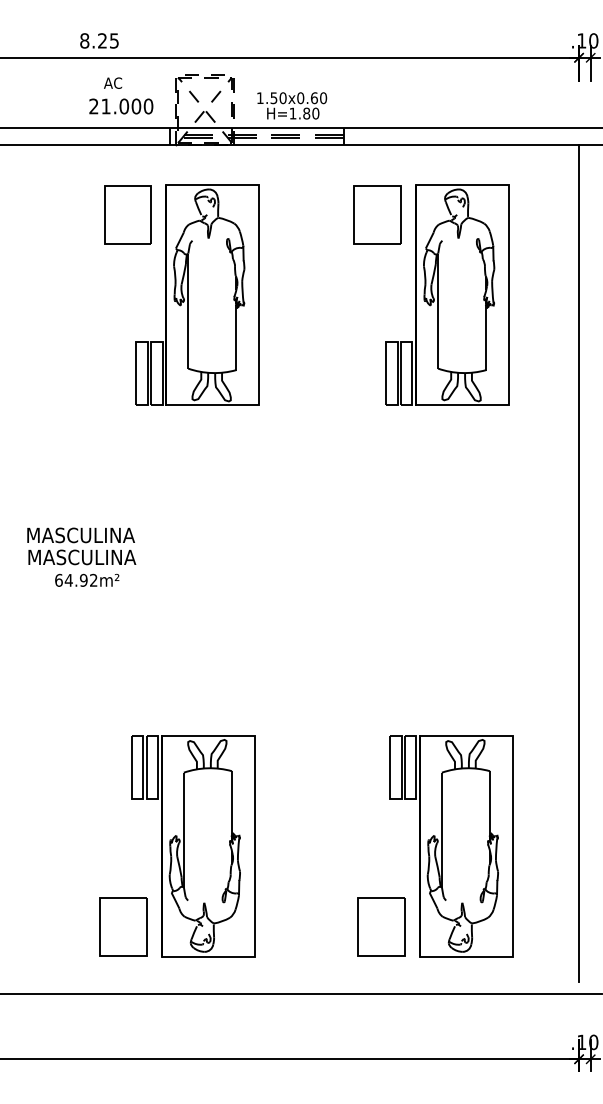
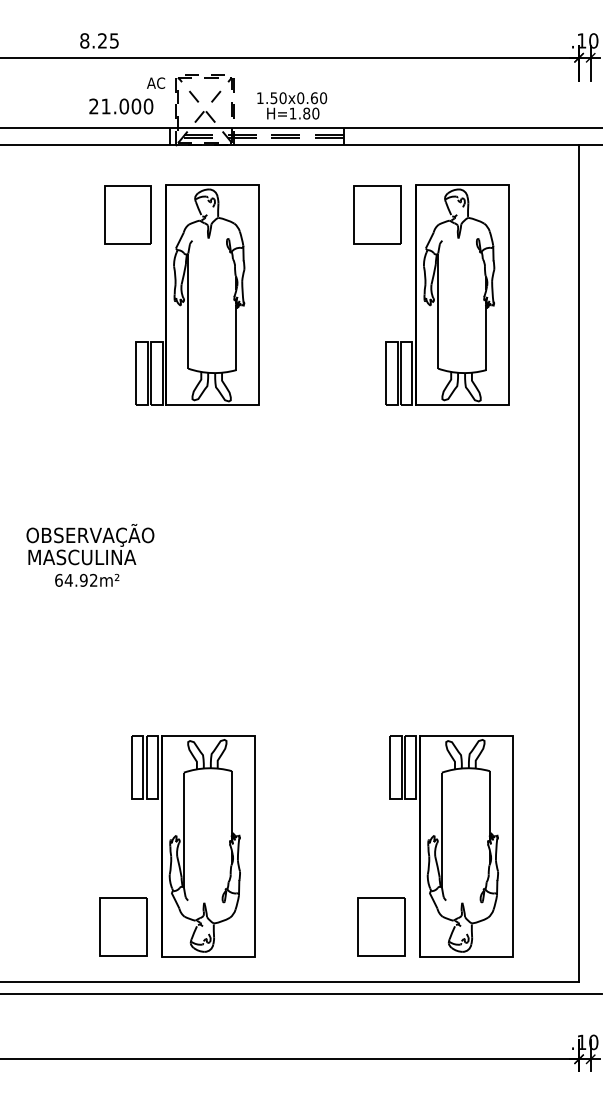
text at (113, 82) position: (113, 82) -> (156, 82)
text at (90, 535): MASCULINA -> OBSERVAÇÃO
line at (290, 981): none -> present
